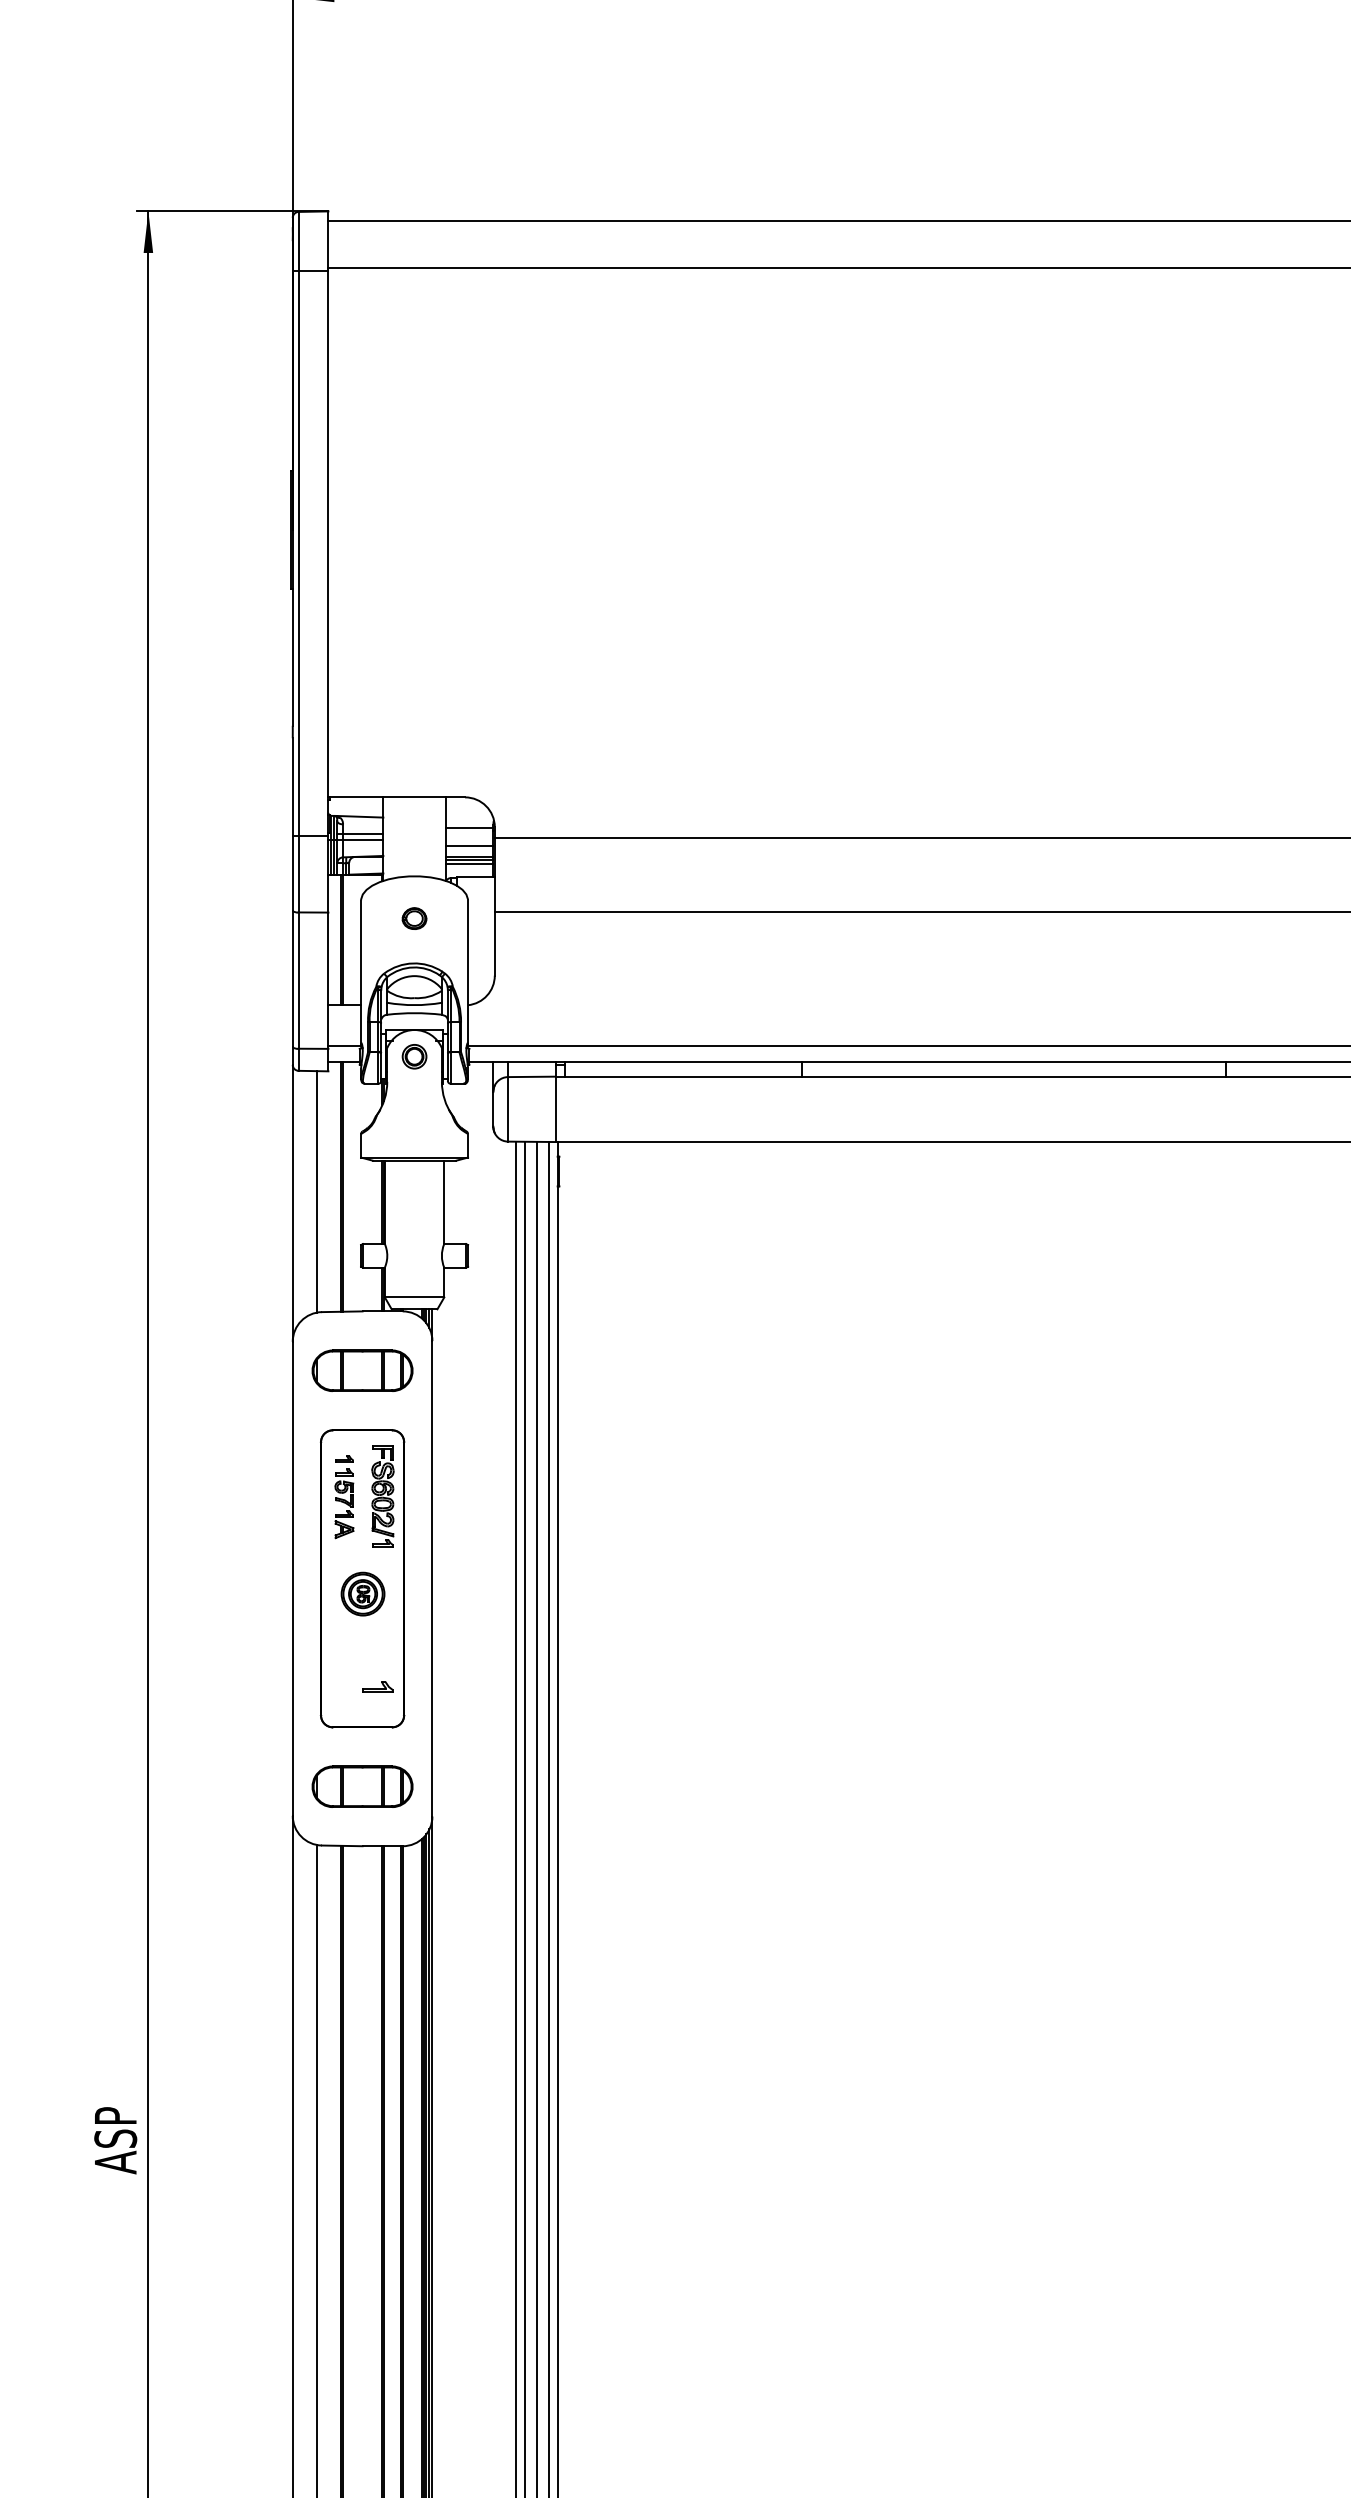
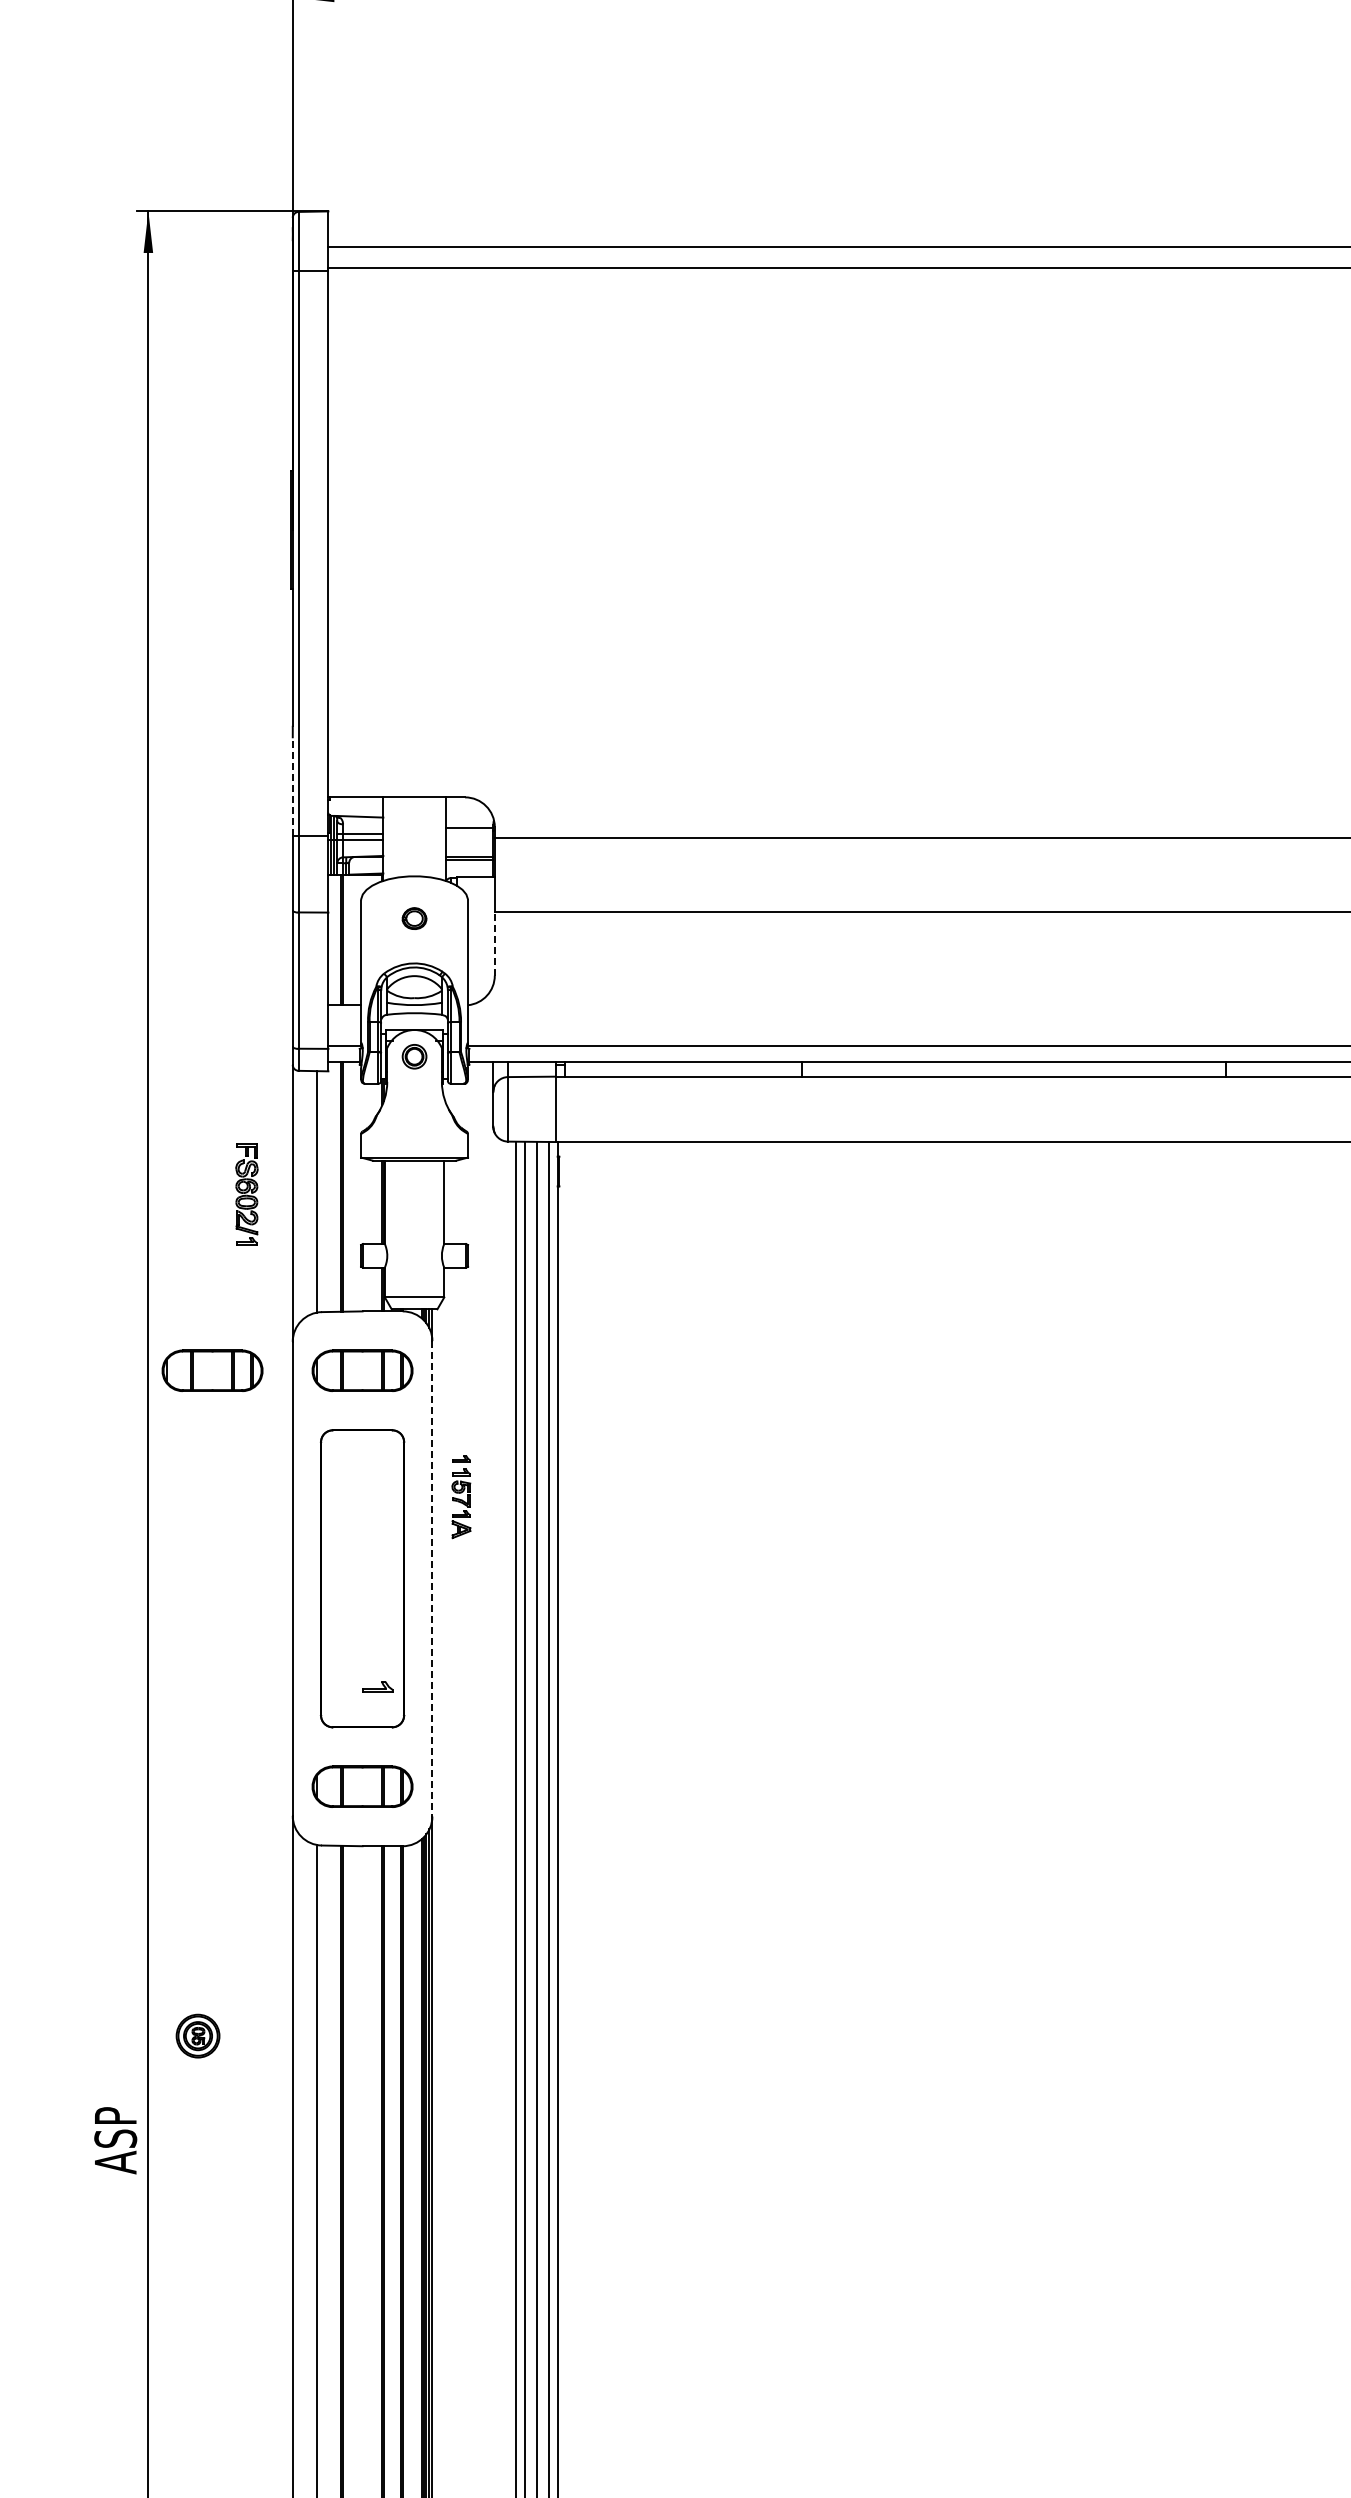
line at (837, 220) position: (837, 220) -> (837, 246)
line at (292, 786): solid -> dashed
line at (469, 846): present -> none
line at (469, 864): present -> none
line at (494, 943): solid -> dashed
part at (212, 1370): none -> present
part at (382, 1496) position: (382, 1496) -> (246, 1194)
part at (344, 1497) position: (344, 1497) -> (461, 1497)
line at (432, 1578): solid -> dashed
part at (362, 1593) position: (362, 1593) -> (197, 2035)
